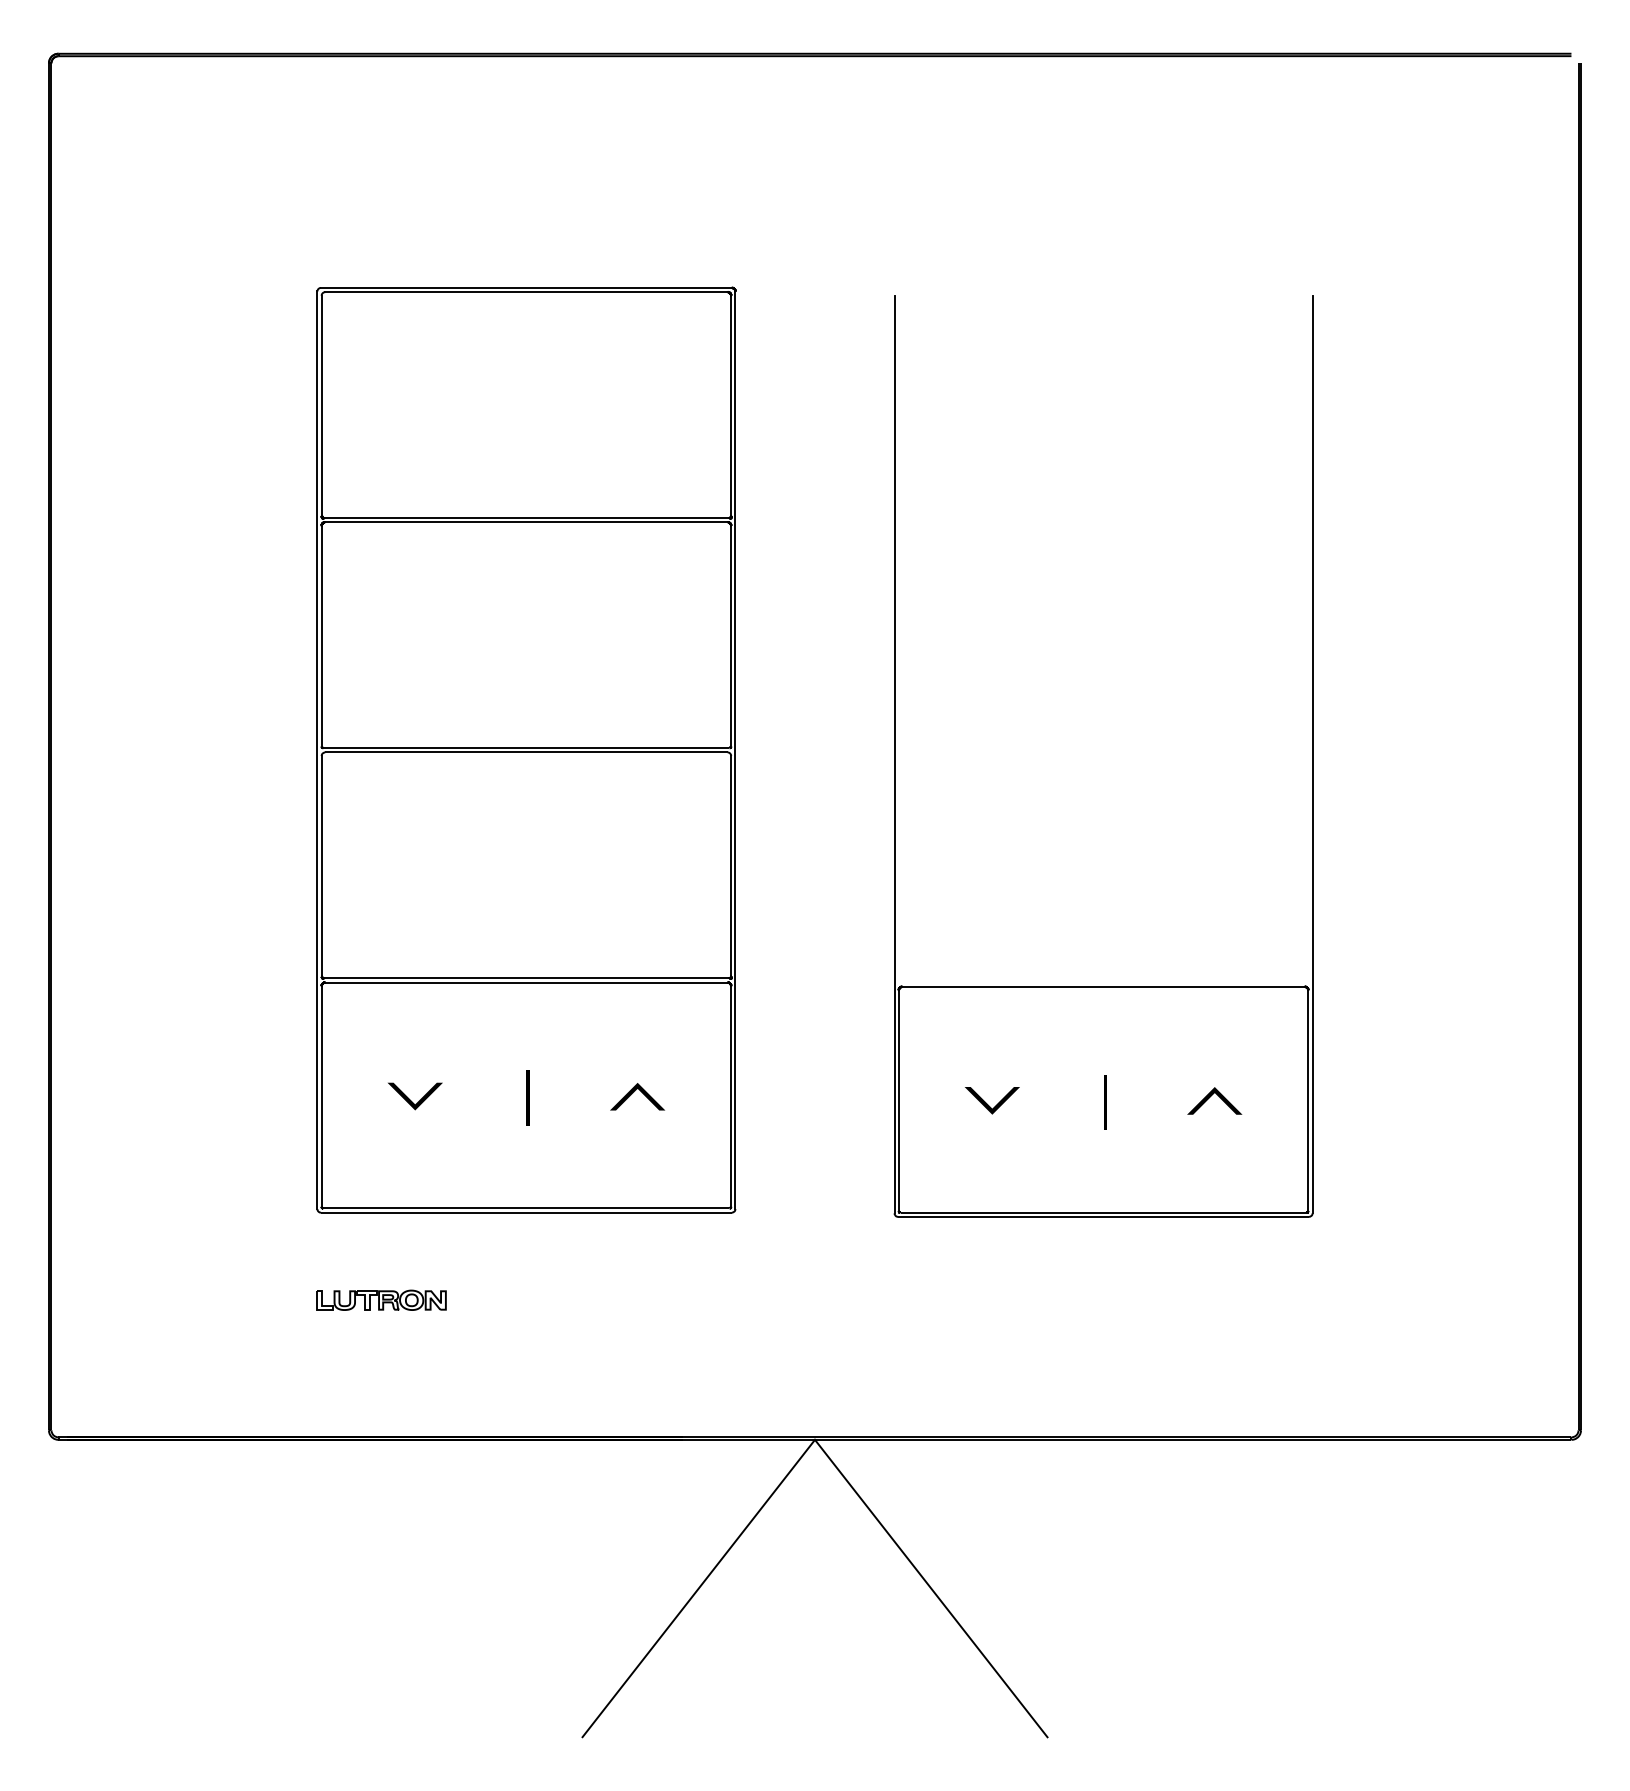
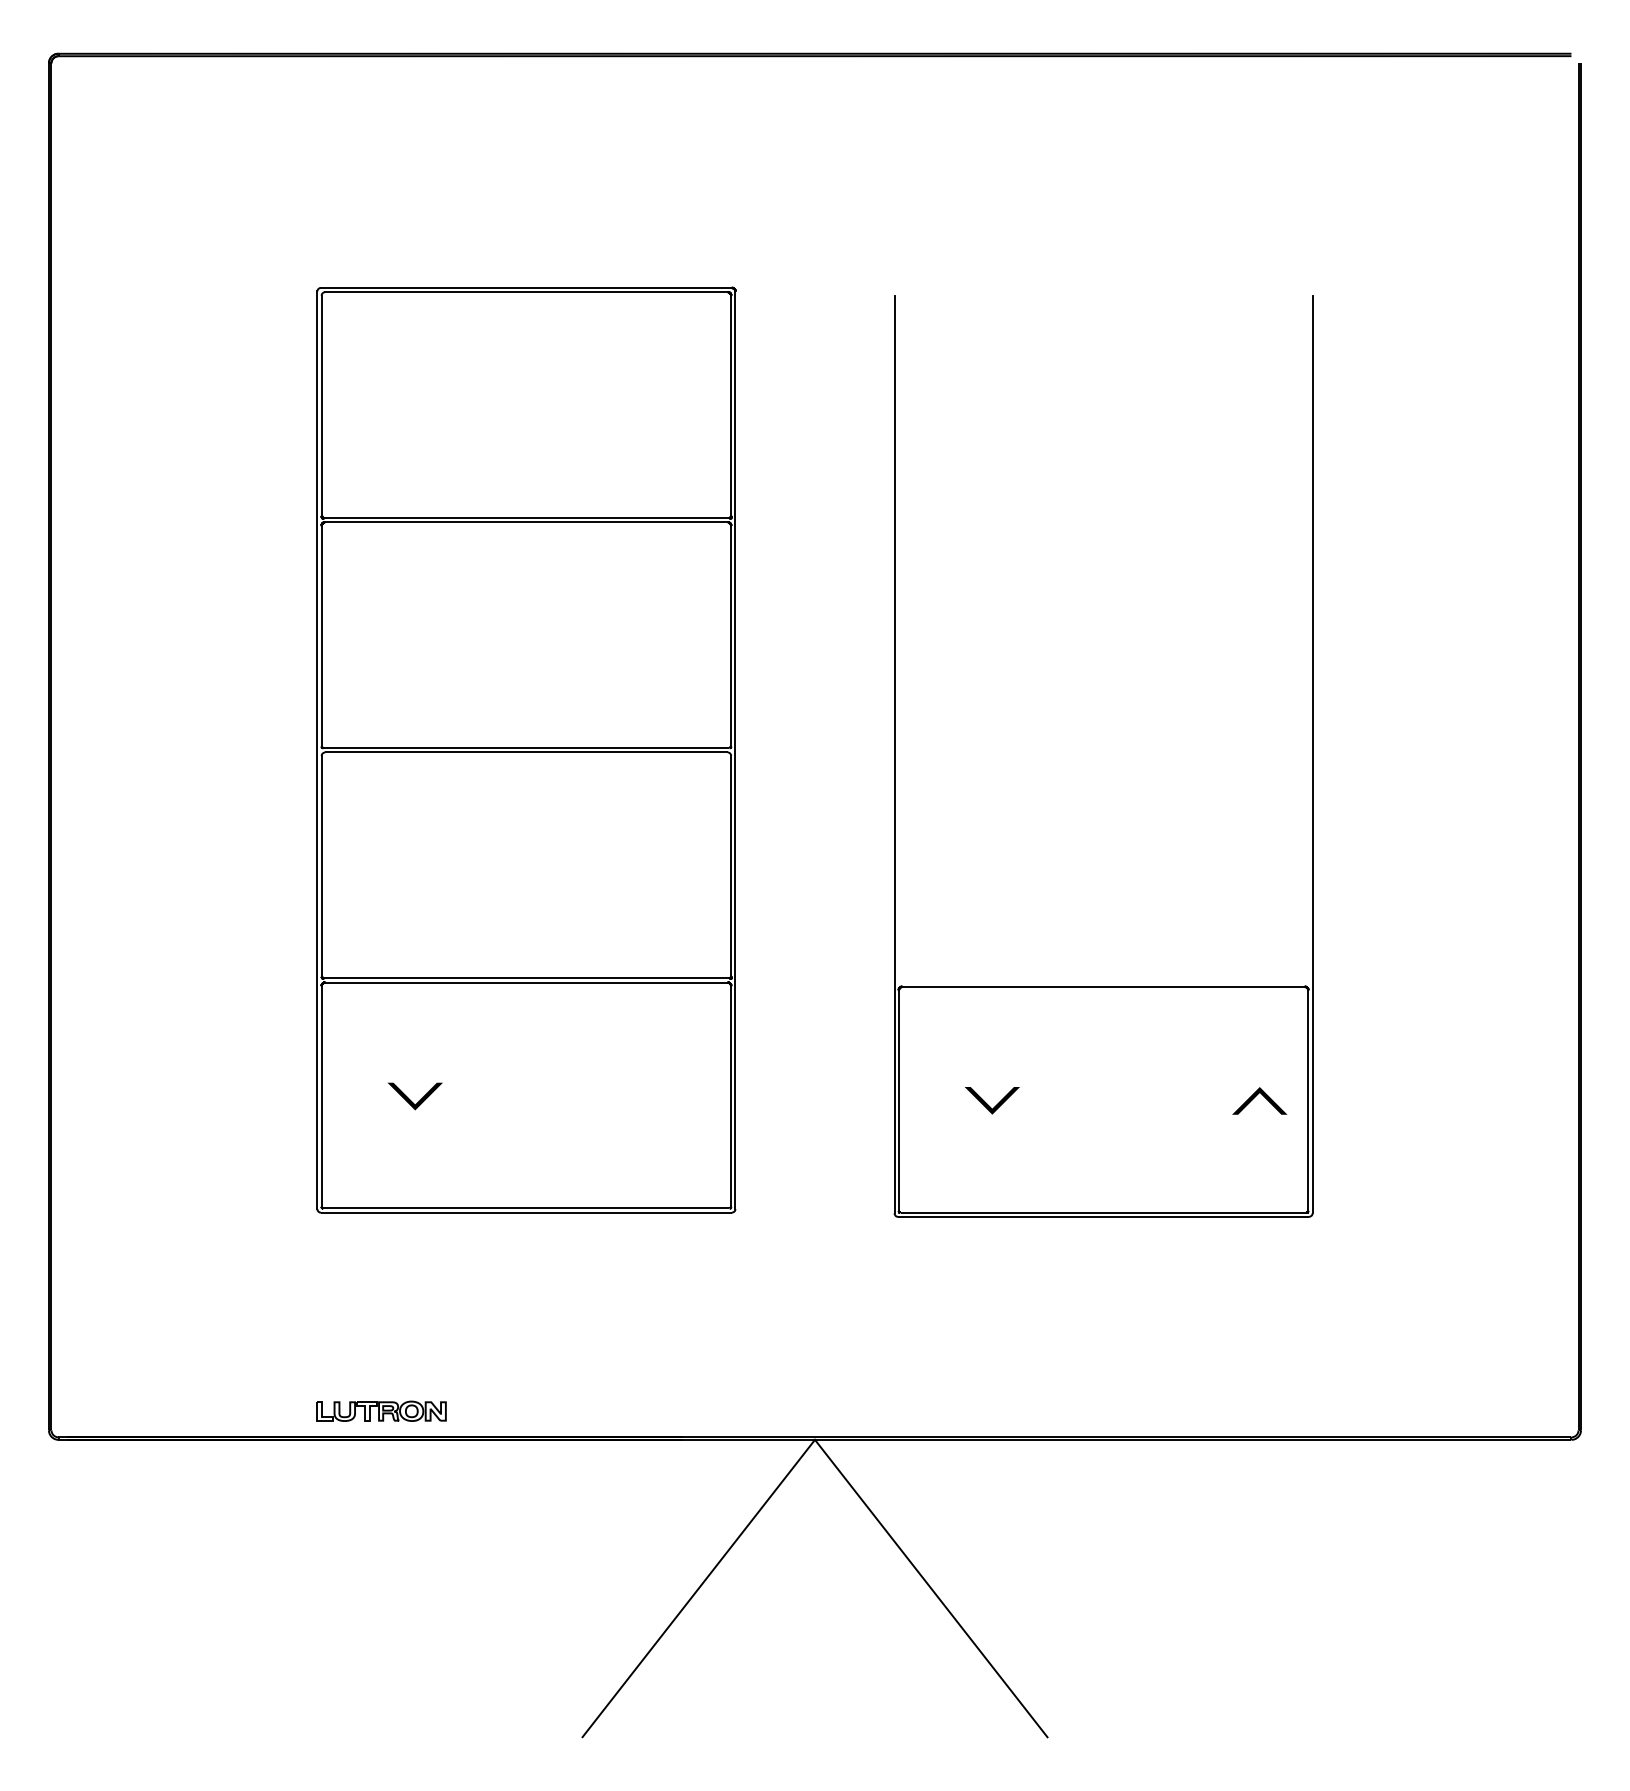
fill at (637, 1096): present -> none
fill at (527, 1098): present -> none
part at (1214, 1100) position: (1214, 1100) -> (1259, 1100)
line at (1105, 1102): present -> none
part at (381, 1299) position: (381, 1299) -> (381, 1410)
